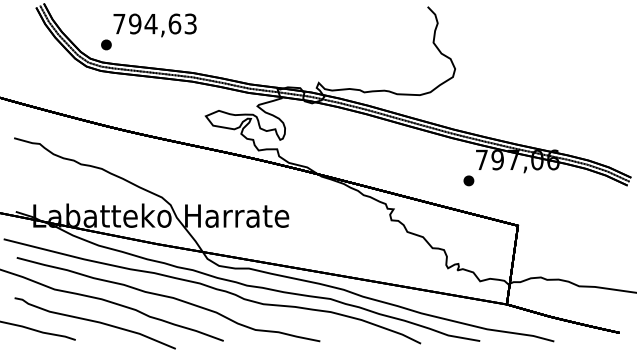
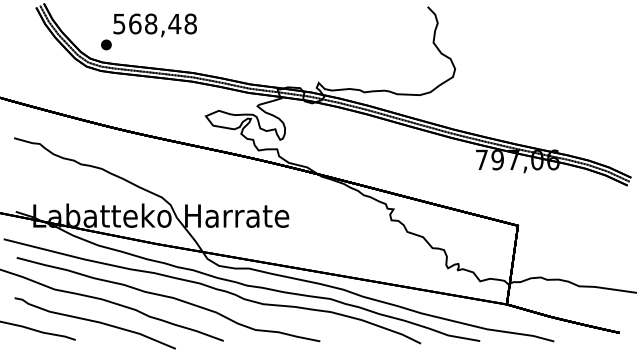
text at (154, 23): 794,63 -> 568,48
part at (468, 180): present -> none
